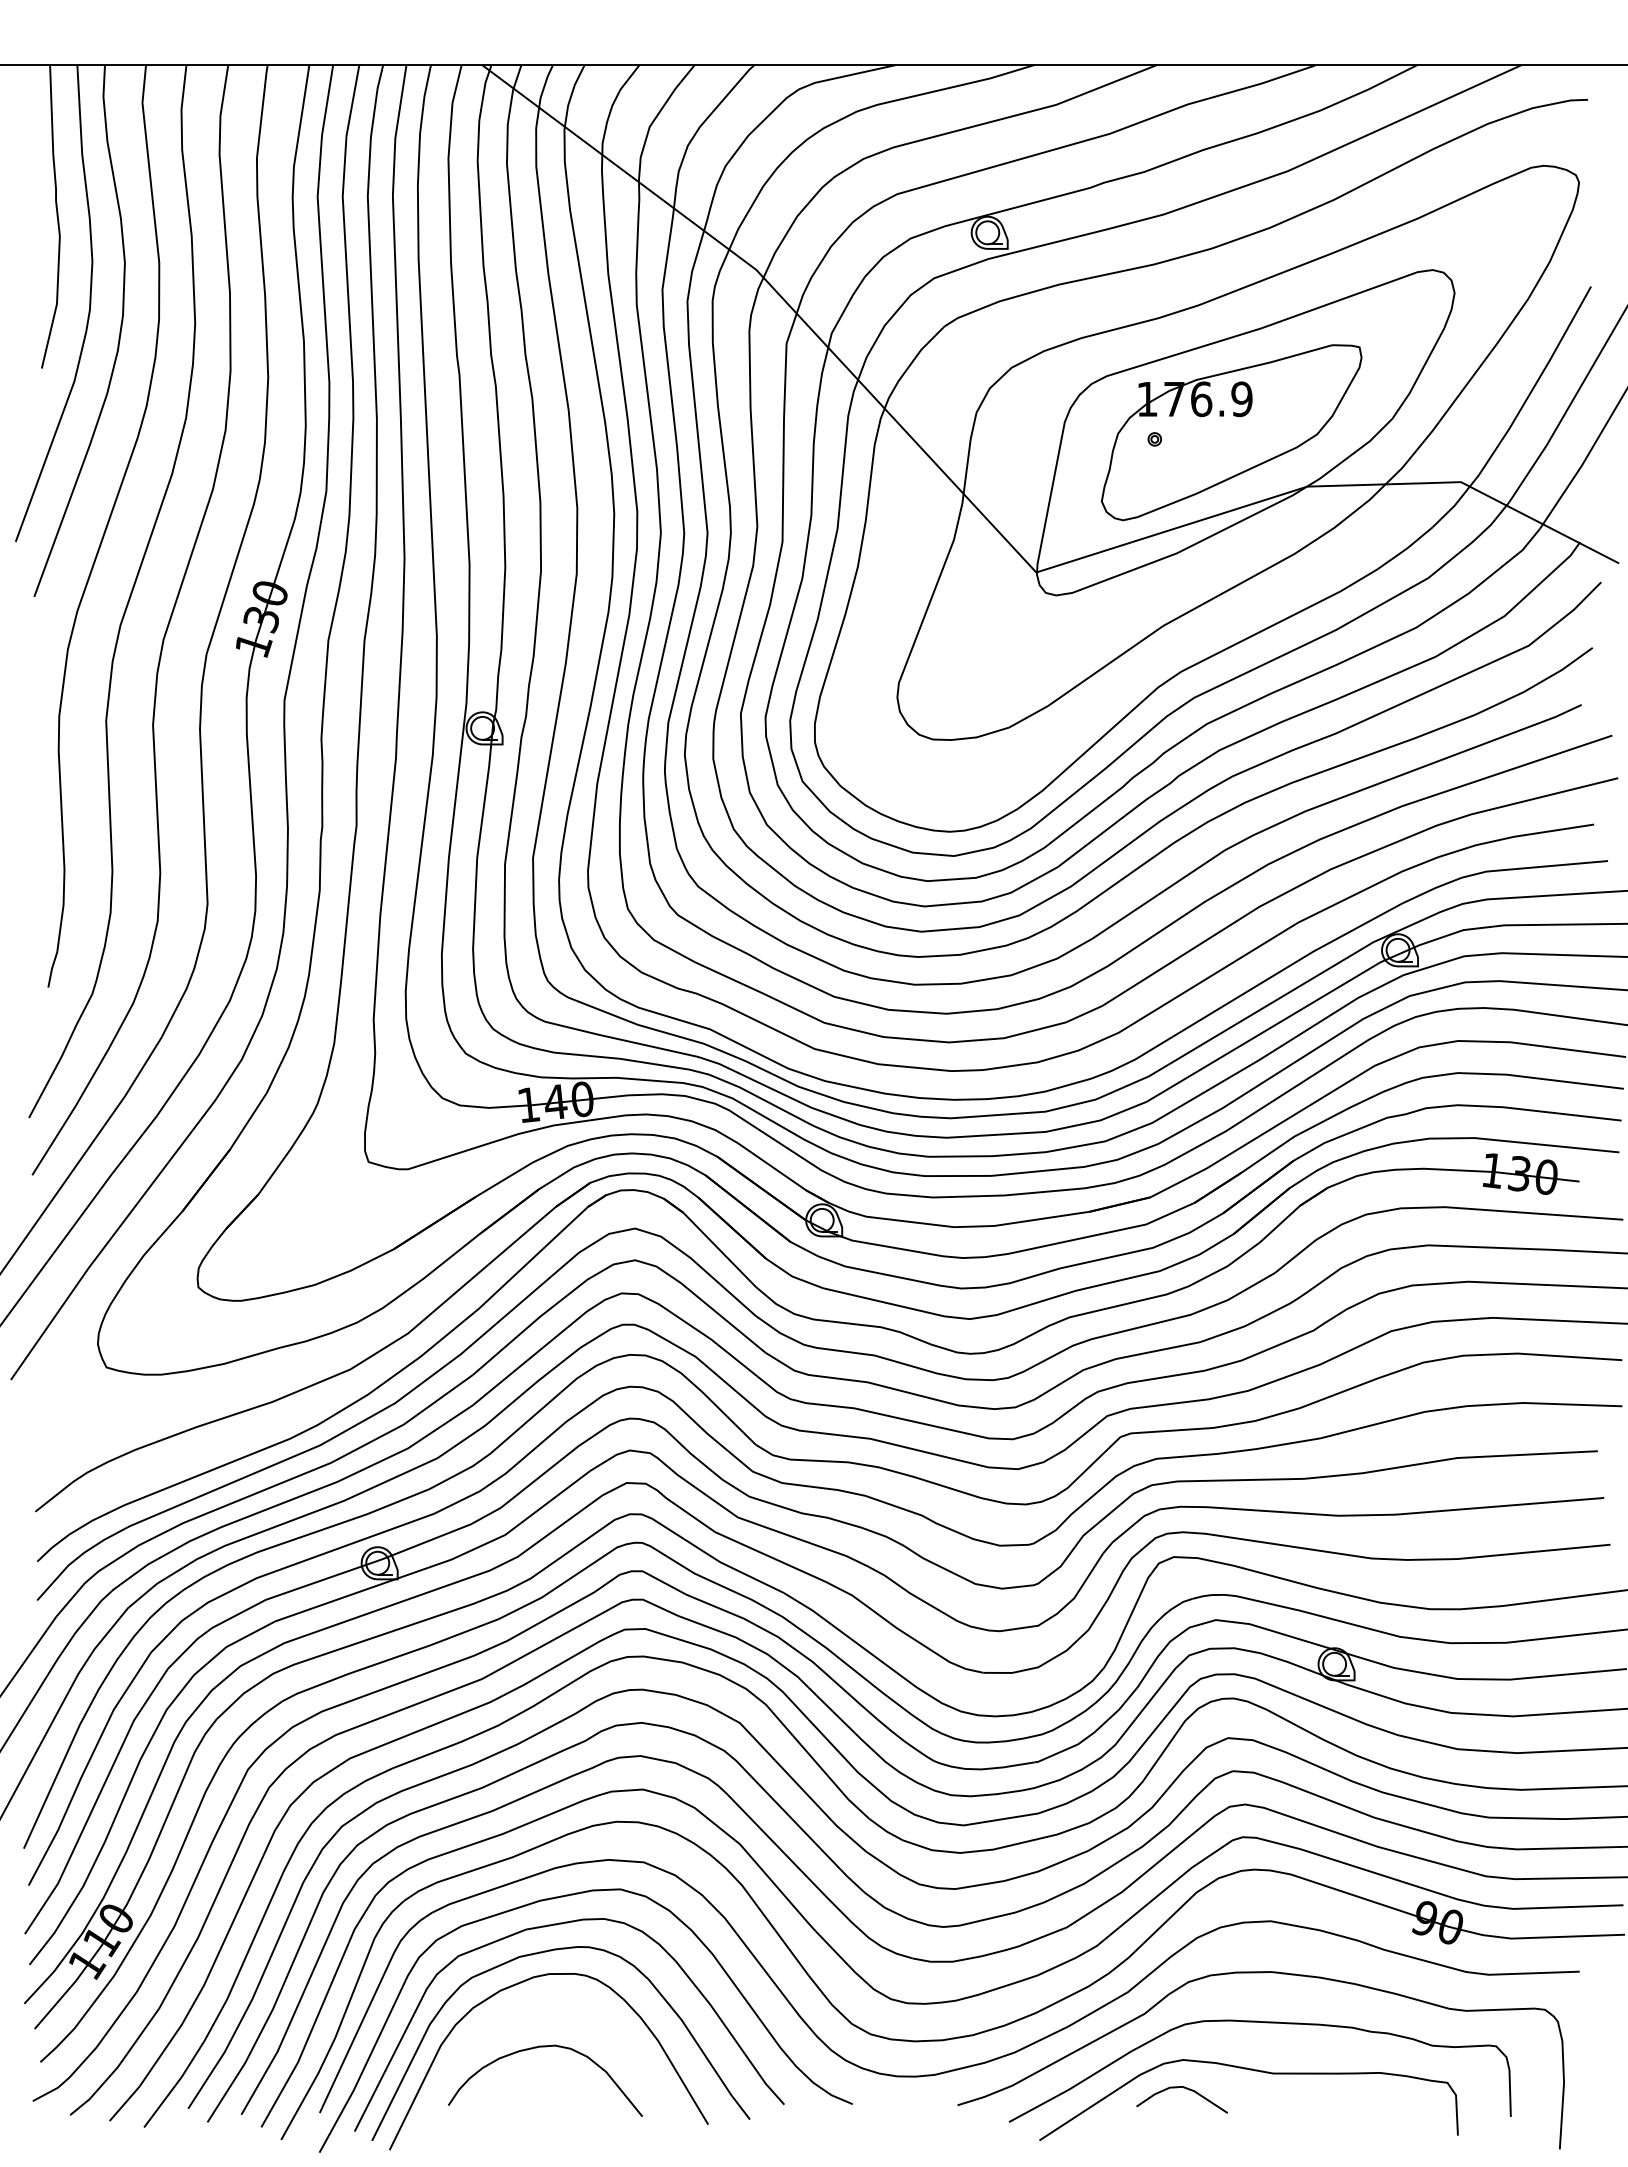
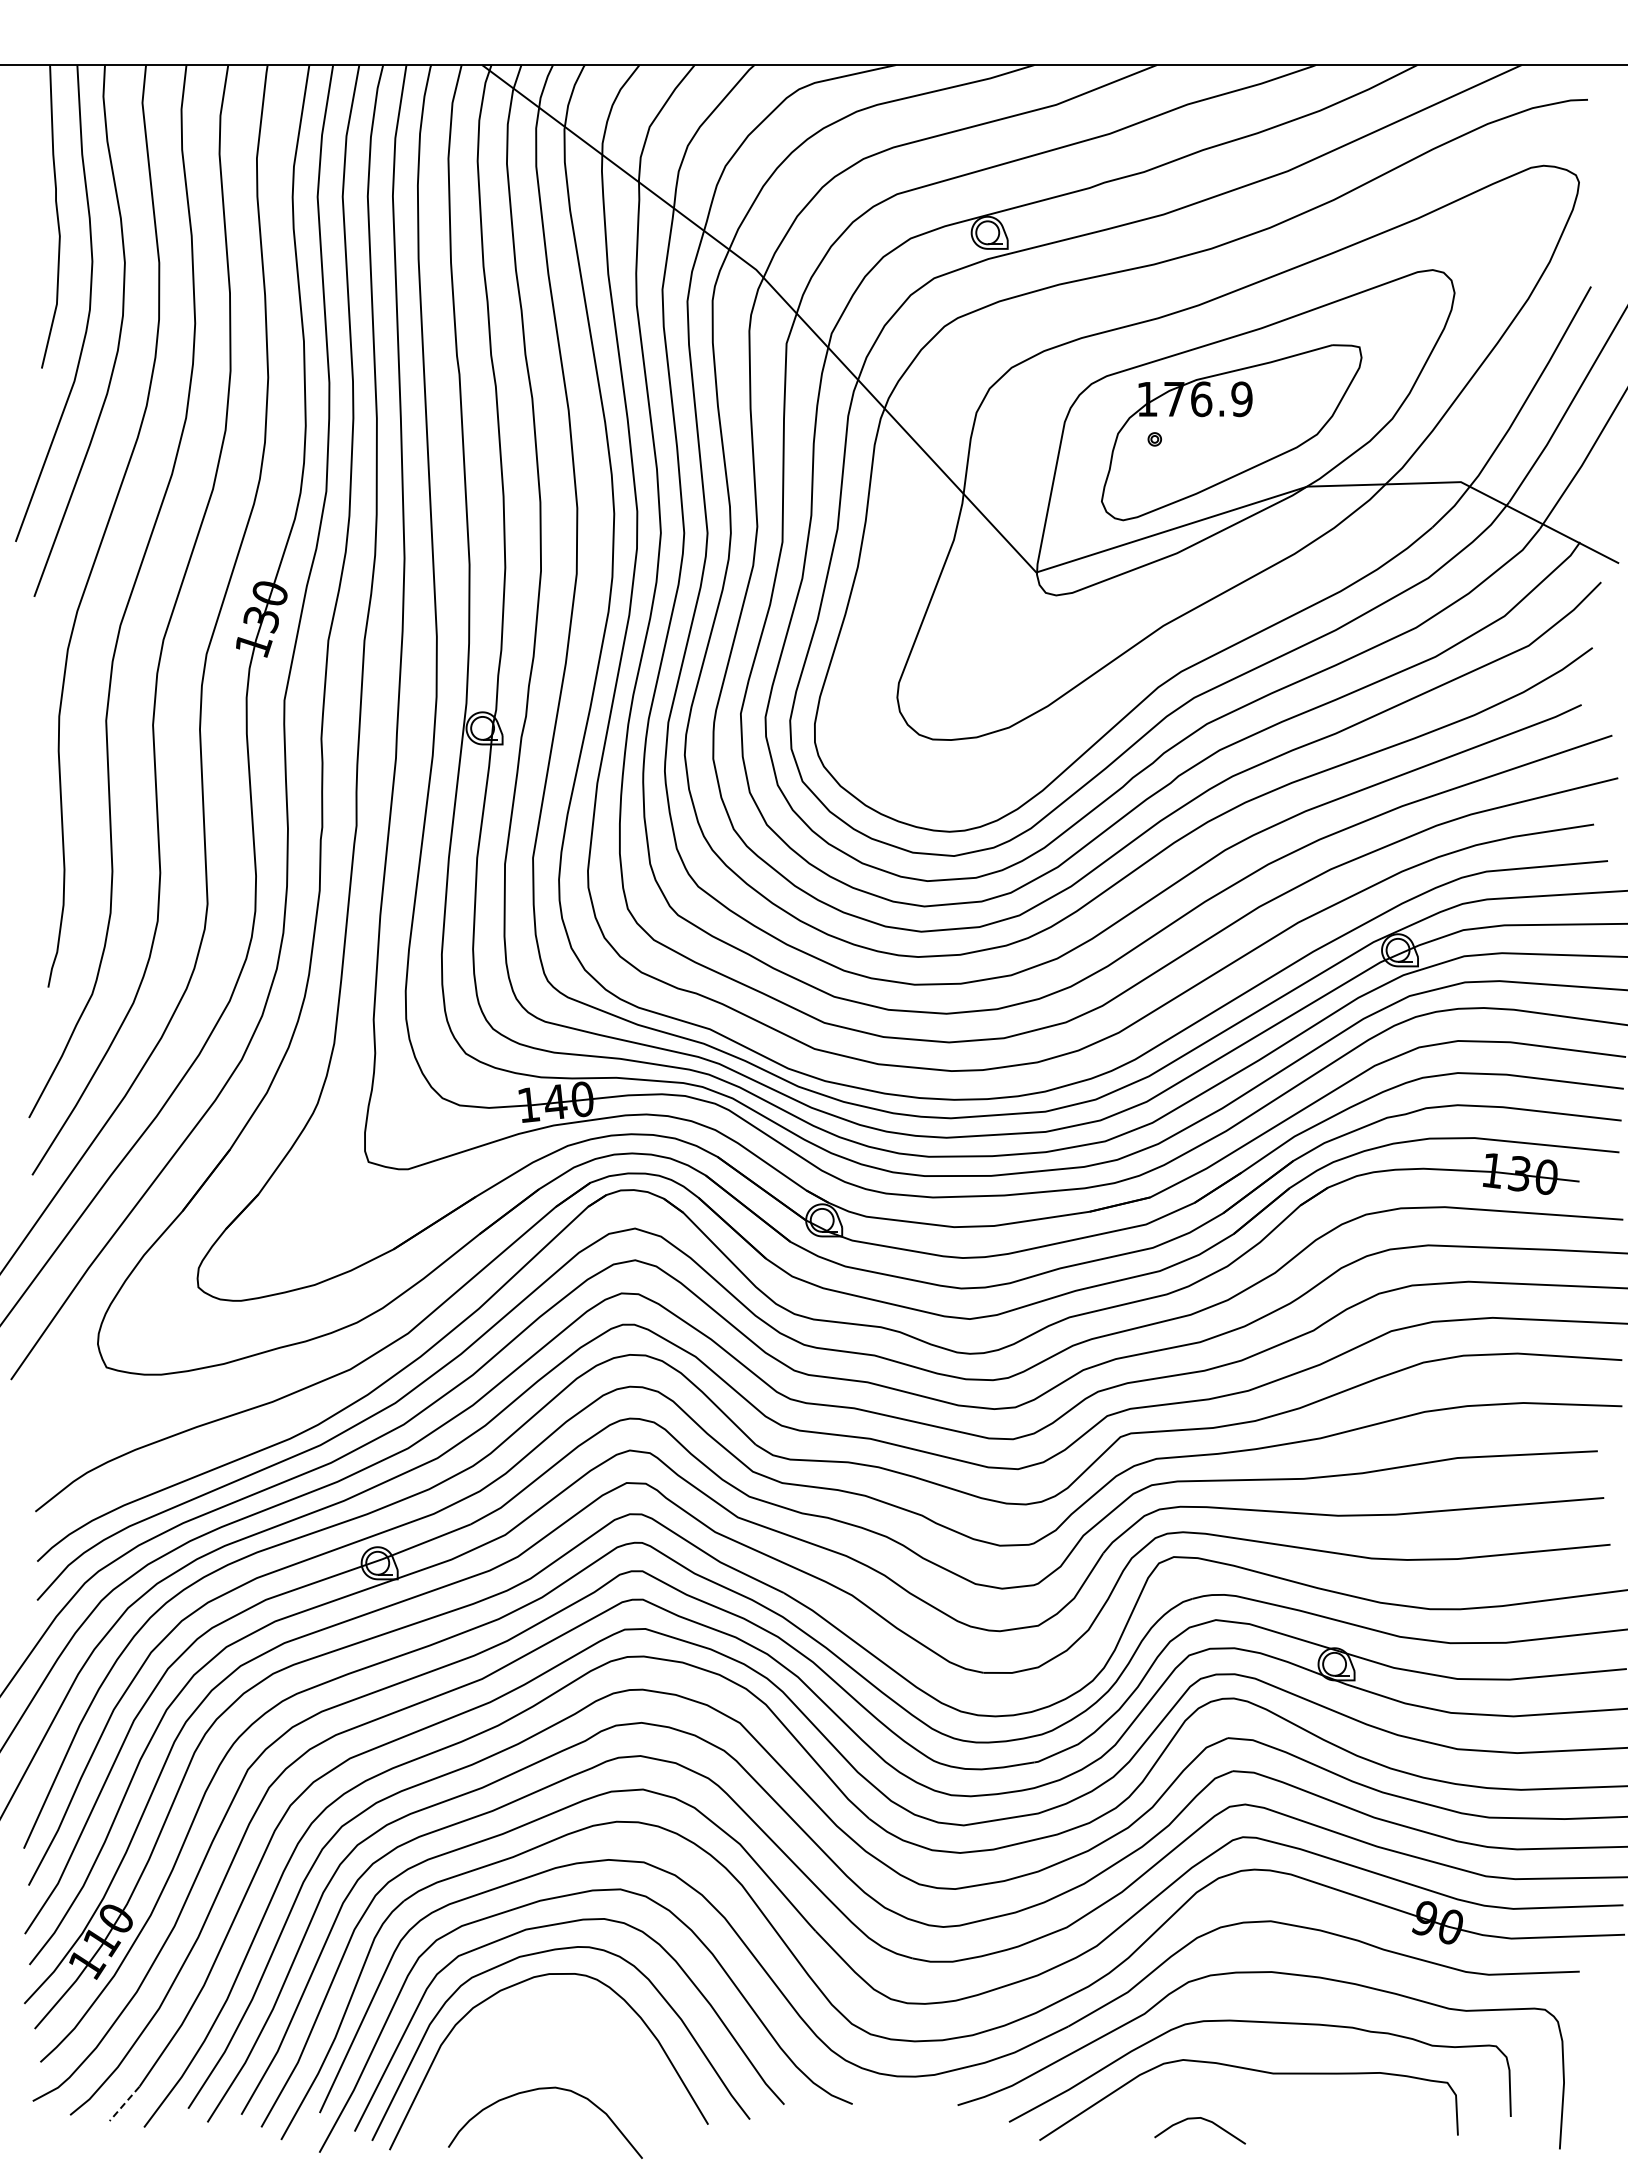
curve at (545, 2047) position: (545, 2047) -> (545, 2089)
curve at (1183, 2088) position: (1183, 2088) -> (1201, 2119)
line at (124, 2103): solid -> dashed
